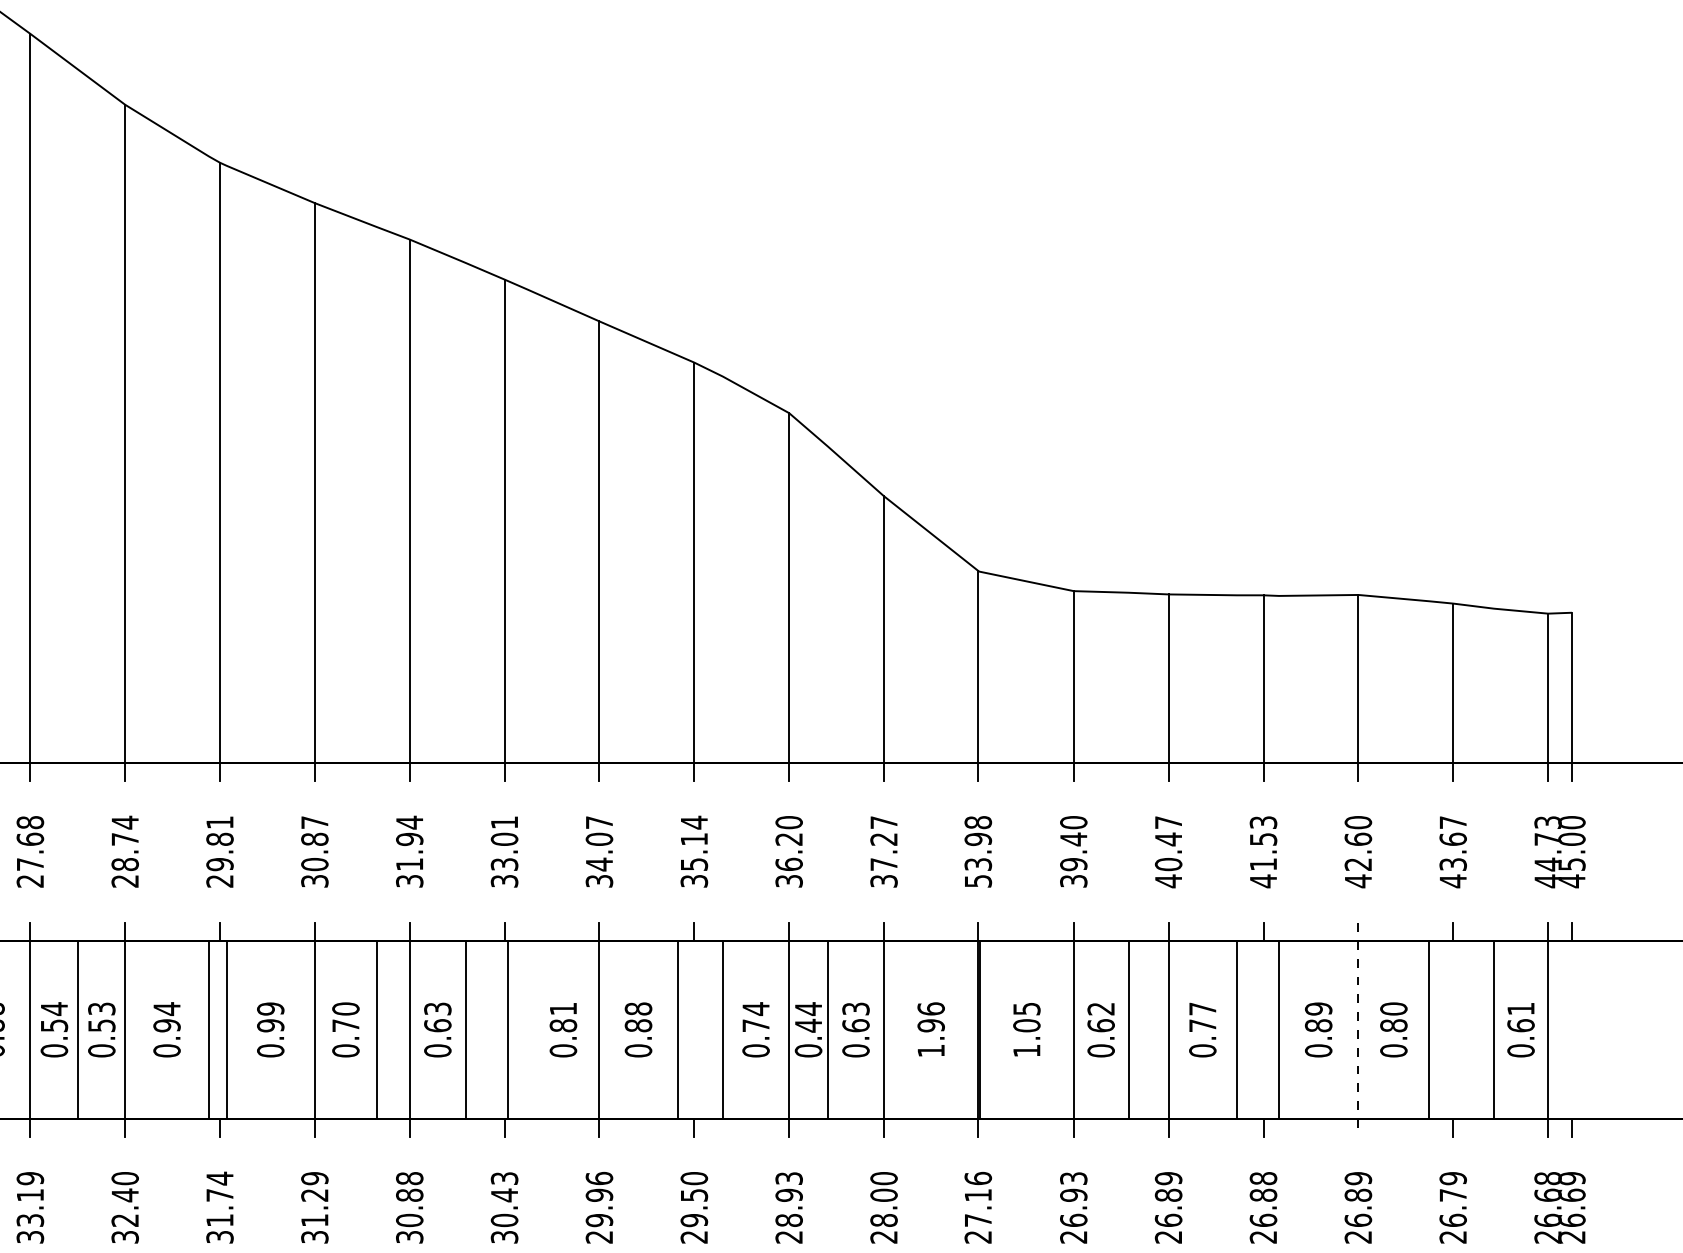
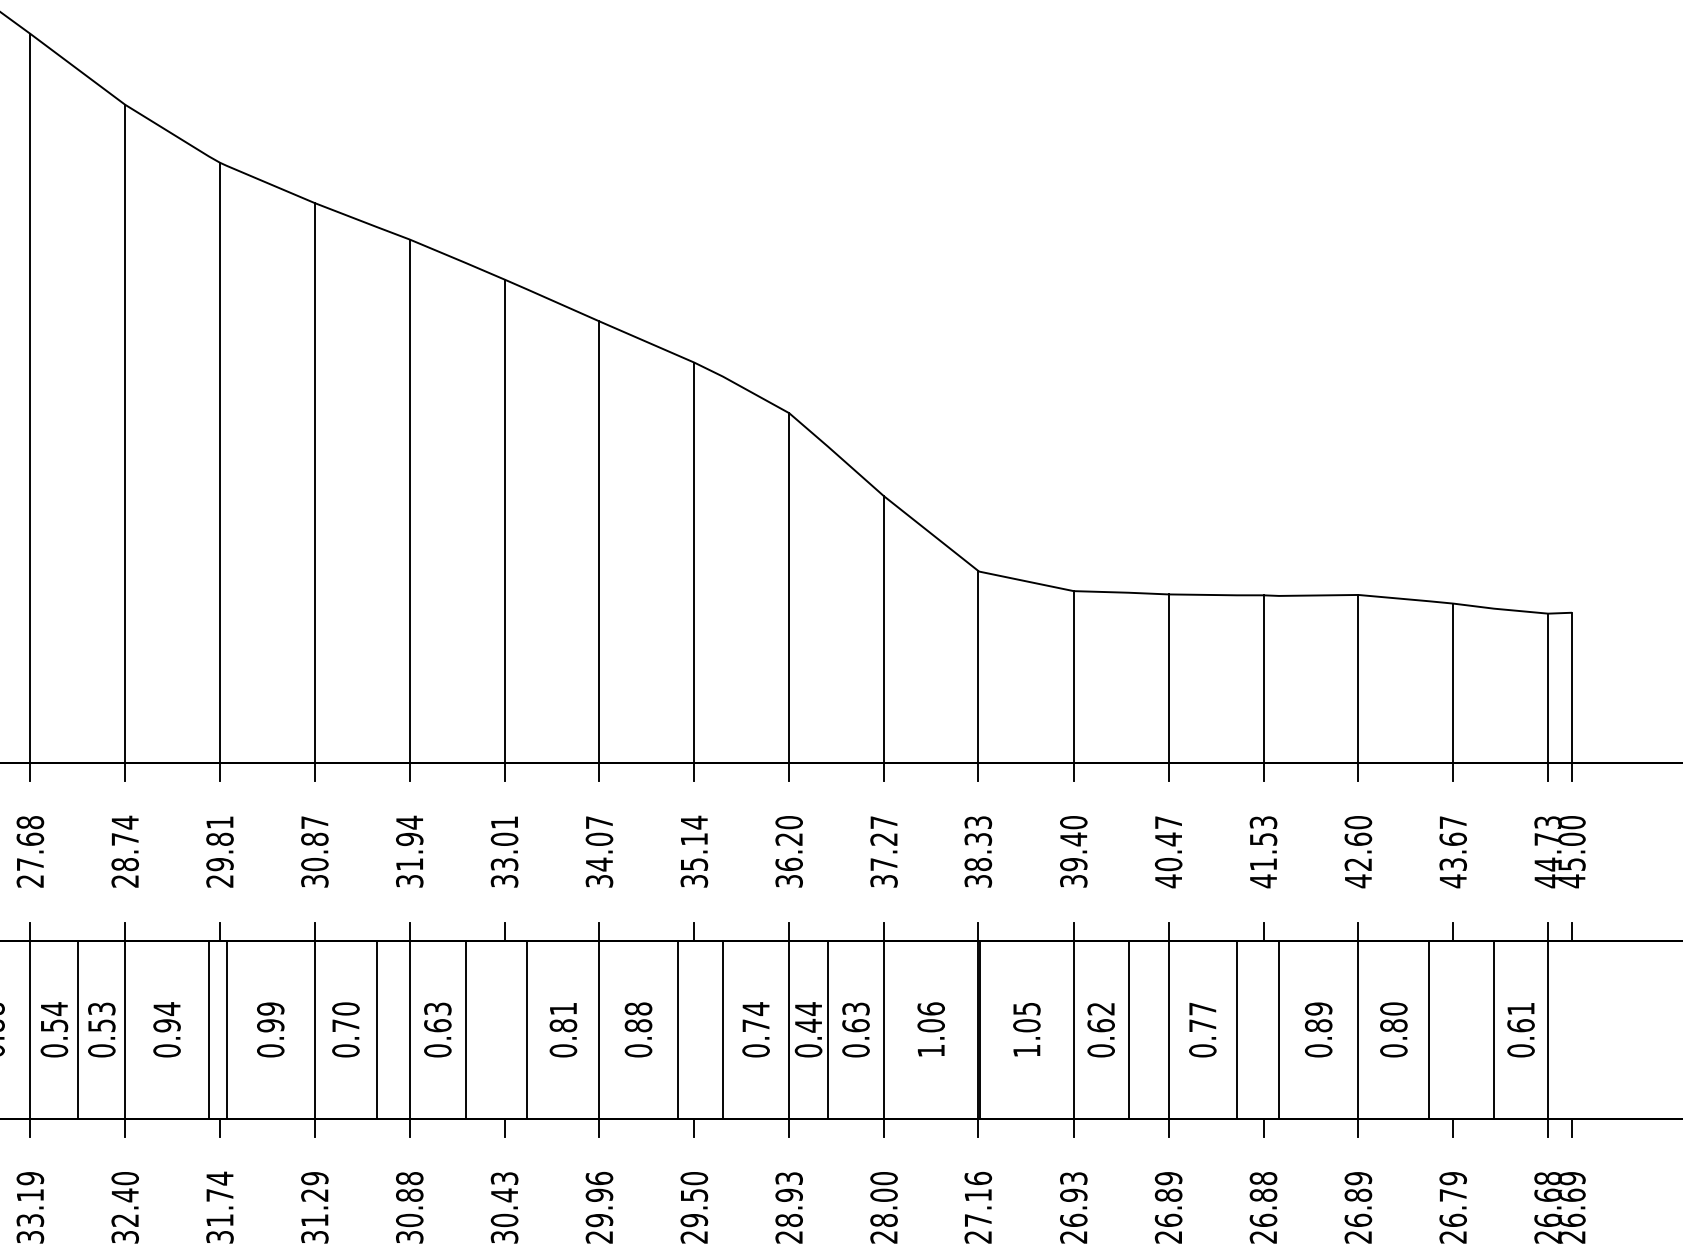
text at (978, 851): 53.98 -> 38.33
text at (930, 1025): 1.96 -> 1.06
line at (508, 1029) position: (508, 1029) -> (527, 1029)
line at (1358, 1029): dashed -> solid
